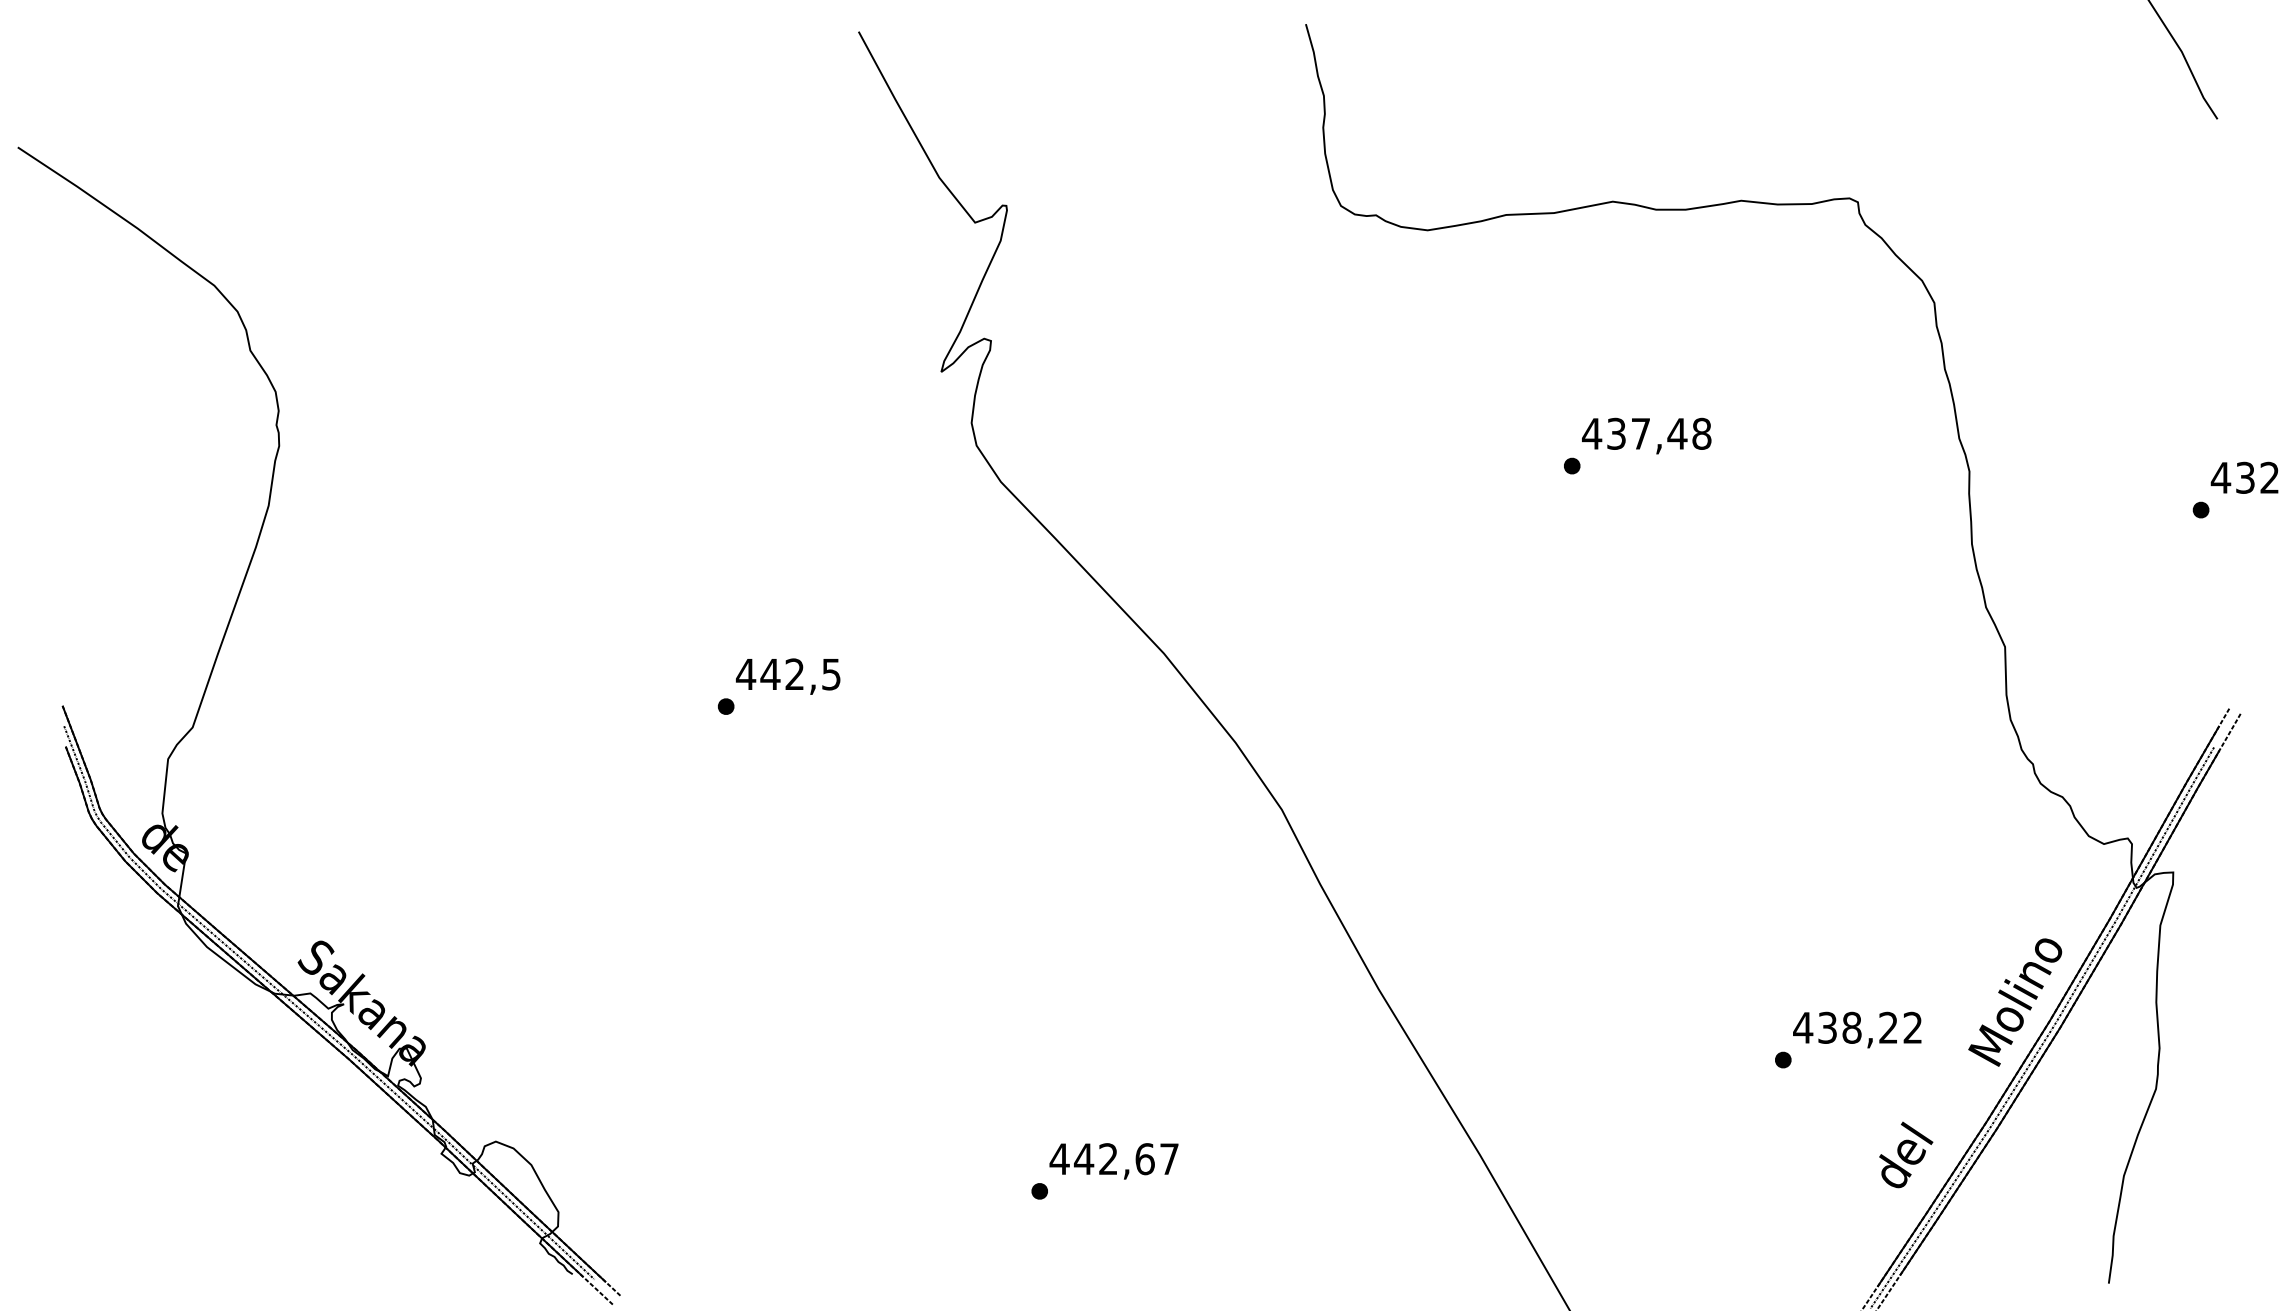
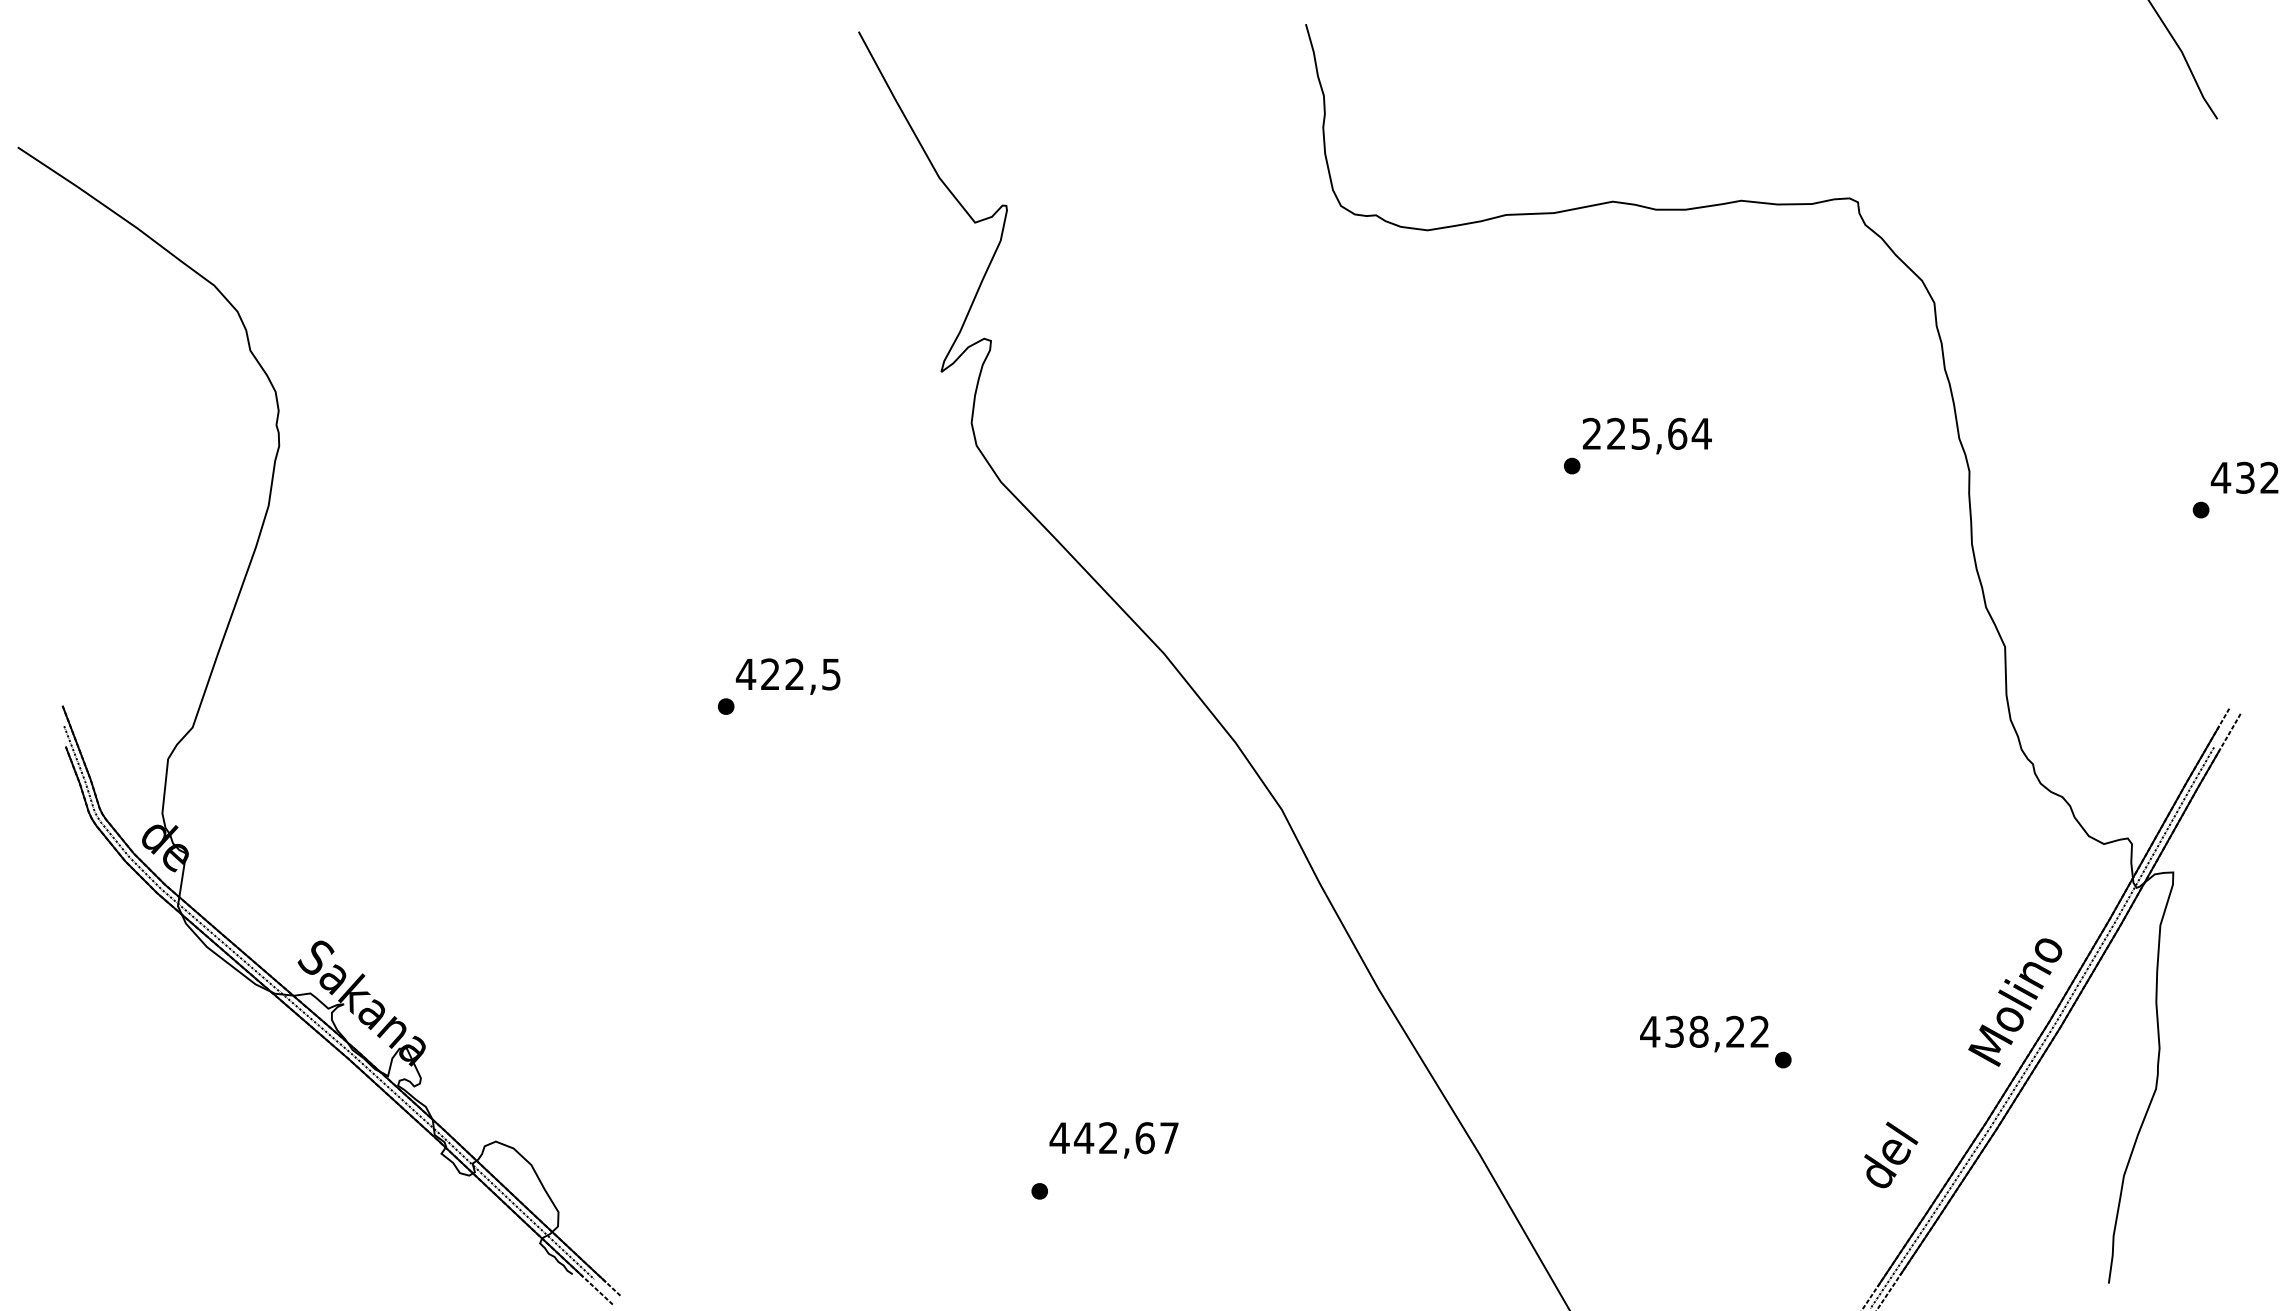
text at (1646, 433): 437,48 -> 225,64
text at (770, 673): 442,5 -> 422,5
text at (1857, 1029) position: (1857, 1029) -> (1704, 1033)
text at (1906, 1154) position: (1906, 1154) -> (1891, 1154)
text at (1113, 1161) position: (1113, 1161) -> (1113, 1140)
